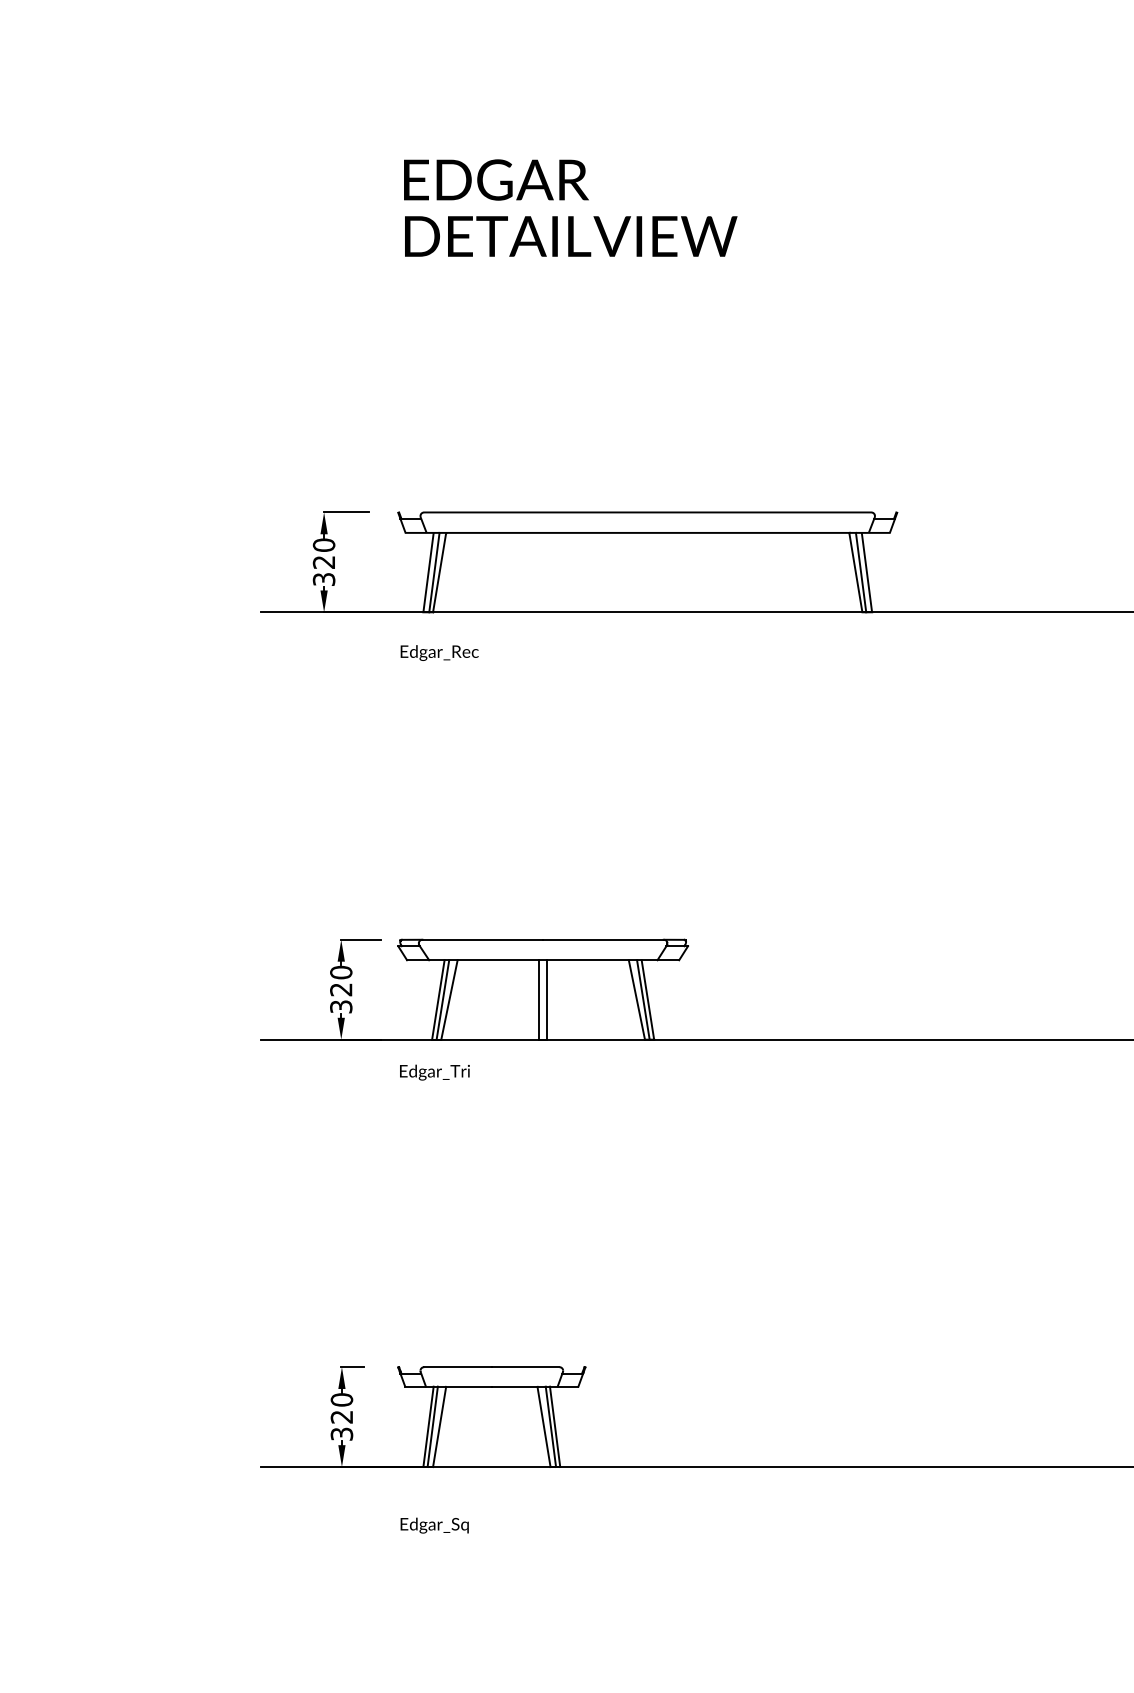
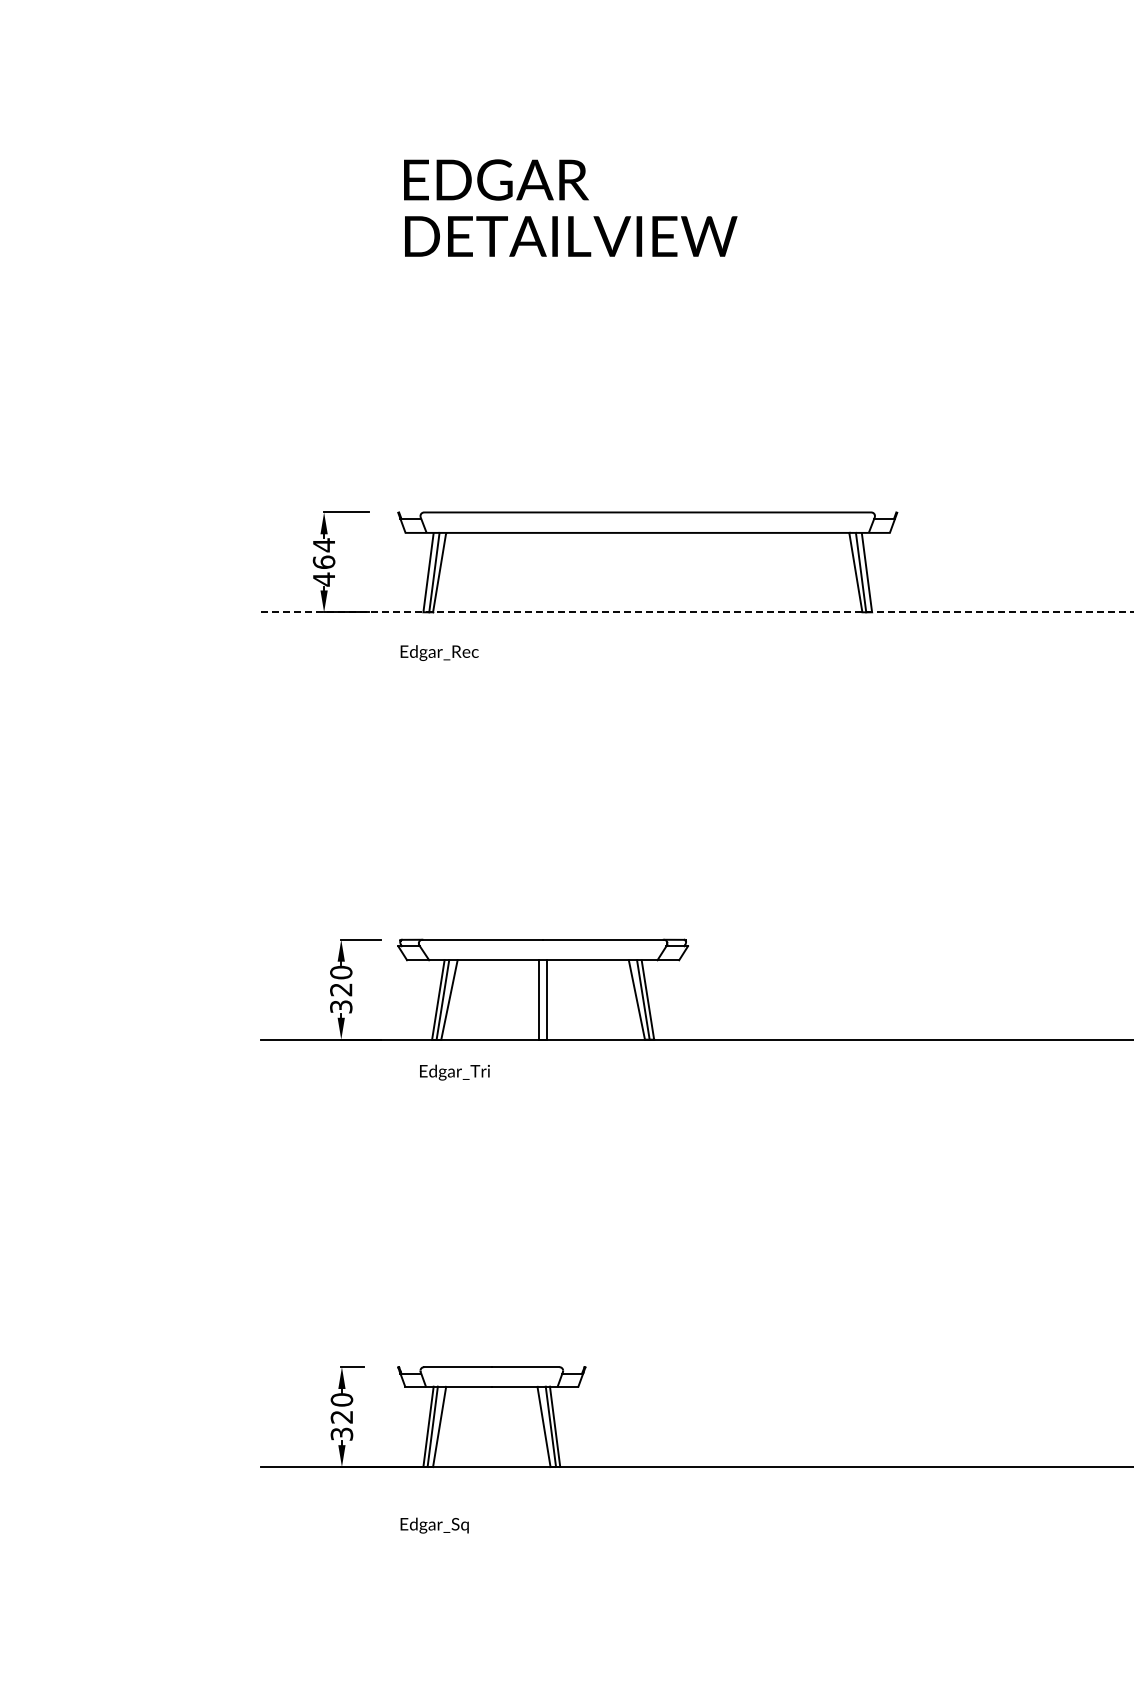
text at (323, 562): 320 -> 464
line at (697, 612): solid -> dashed
text at (434, 1072) position: (434, 1072) -> (454, 1072)
